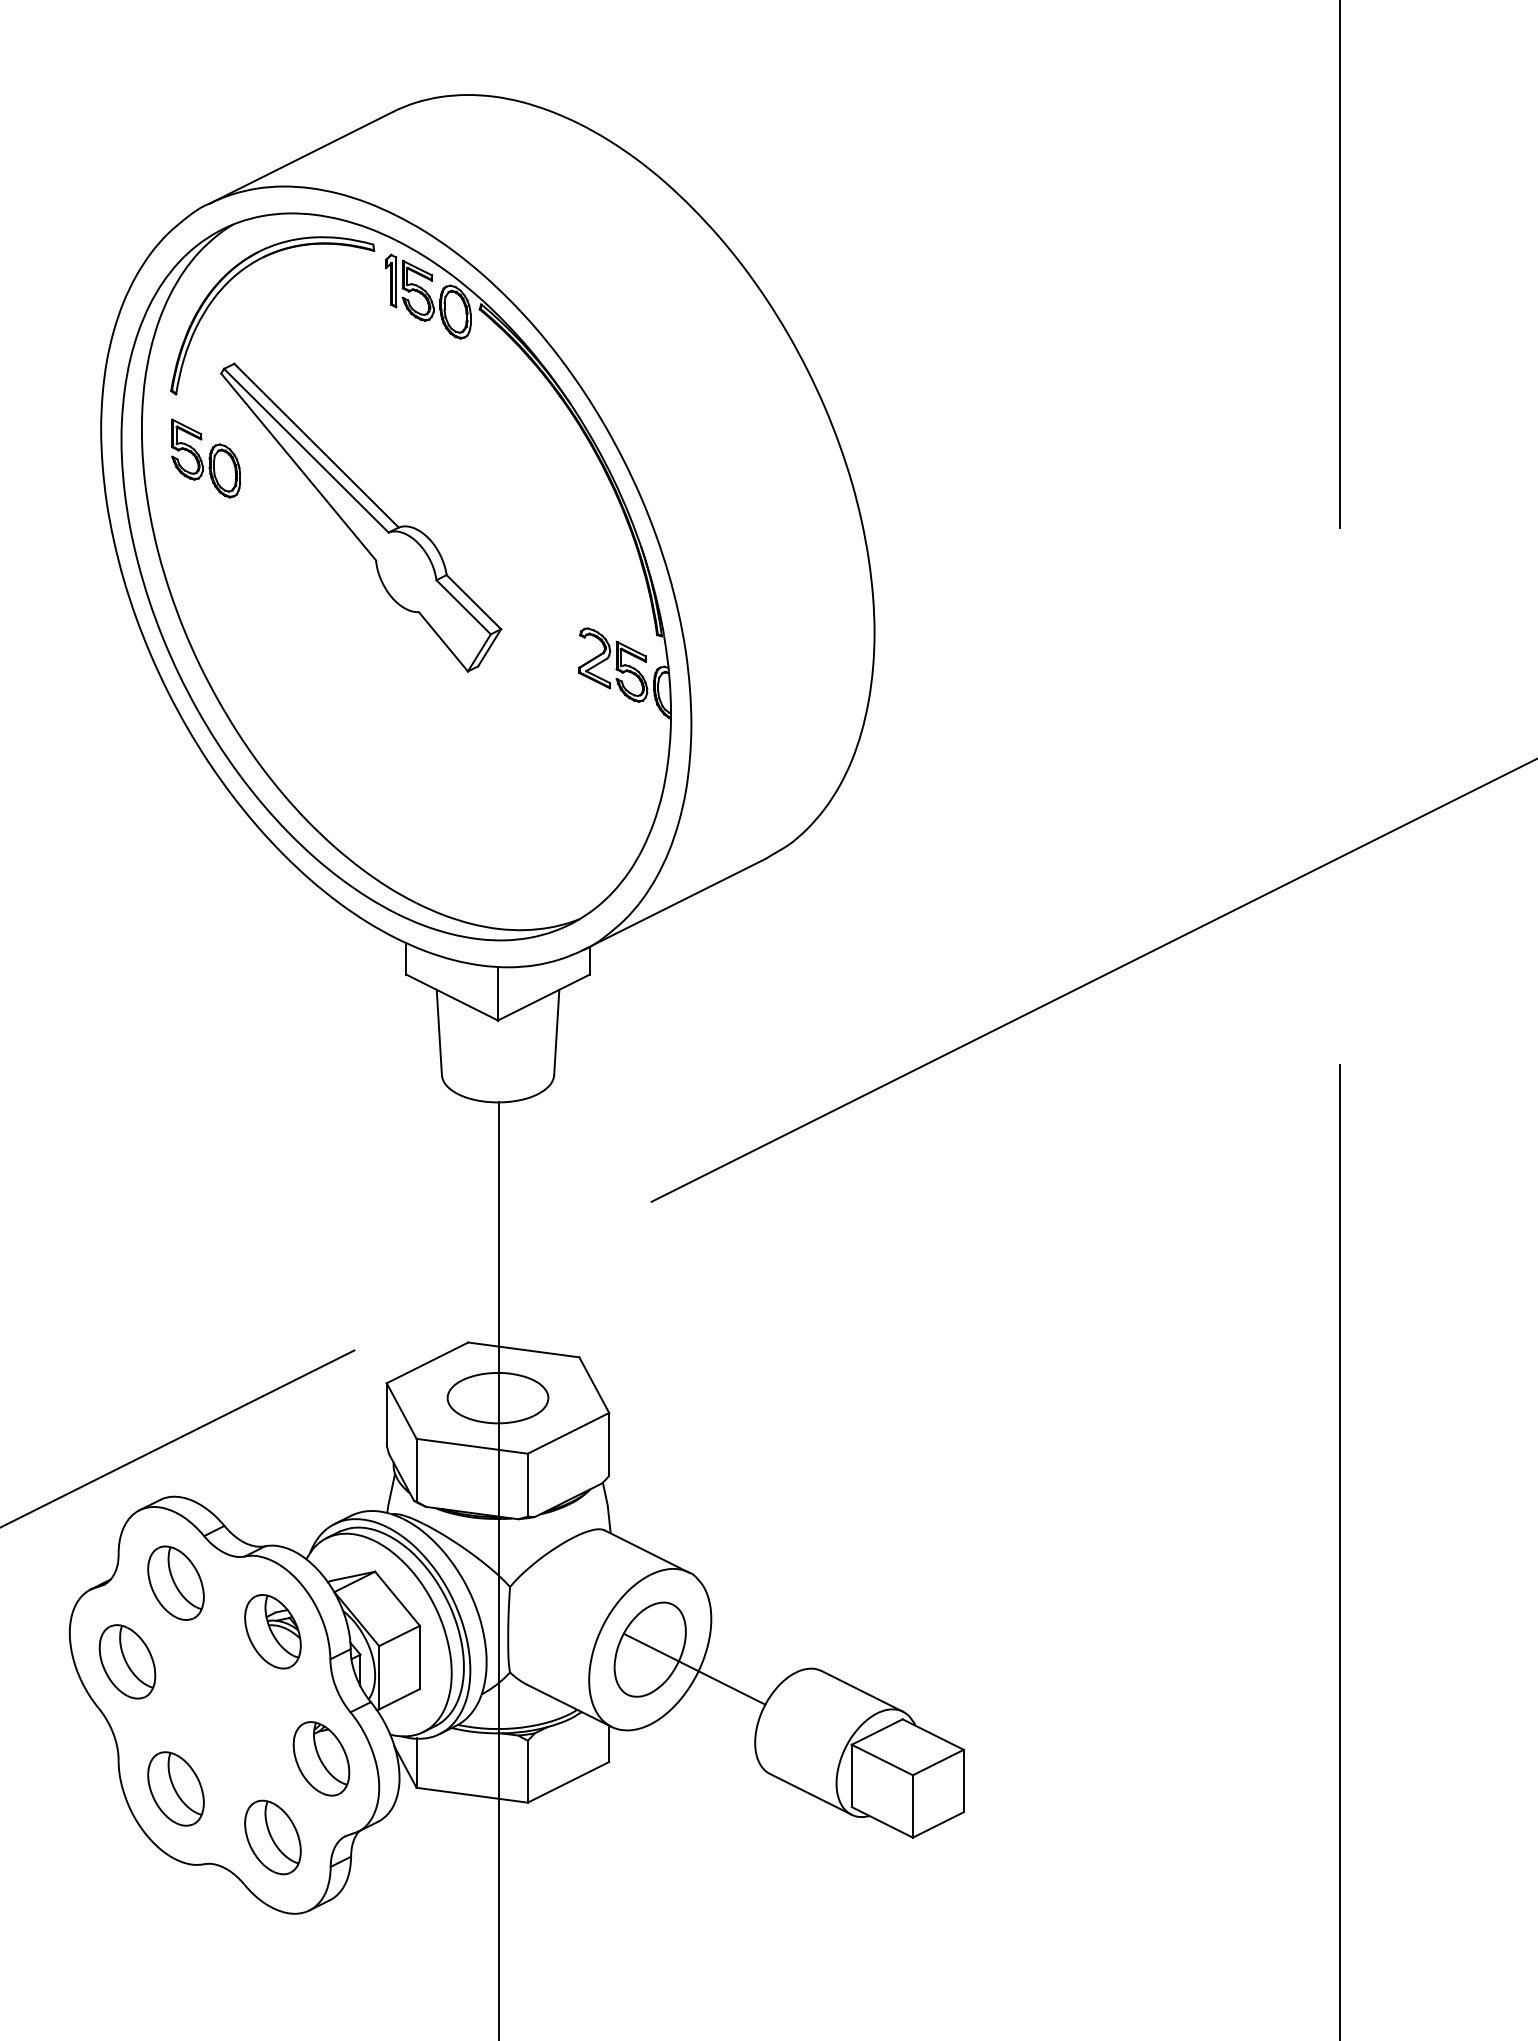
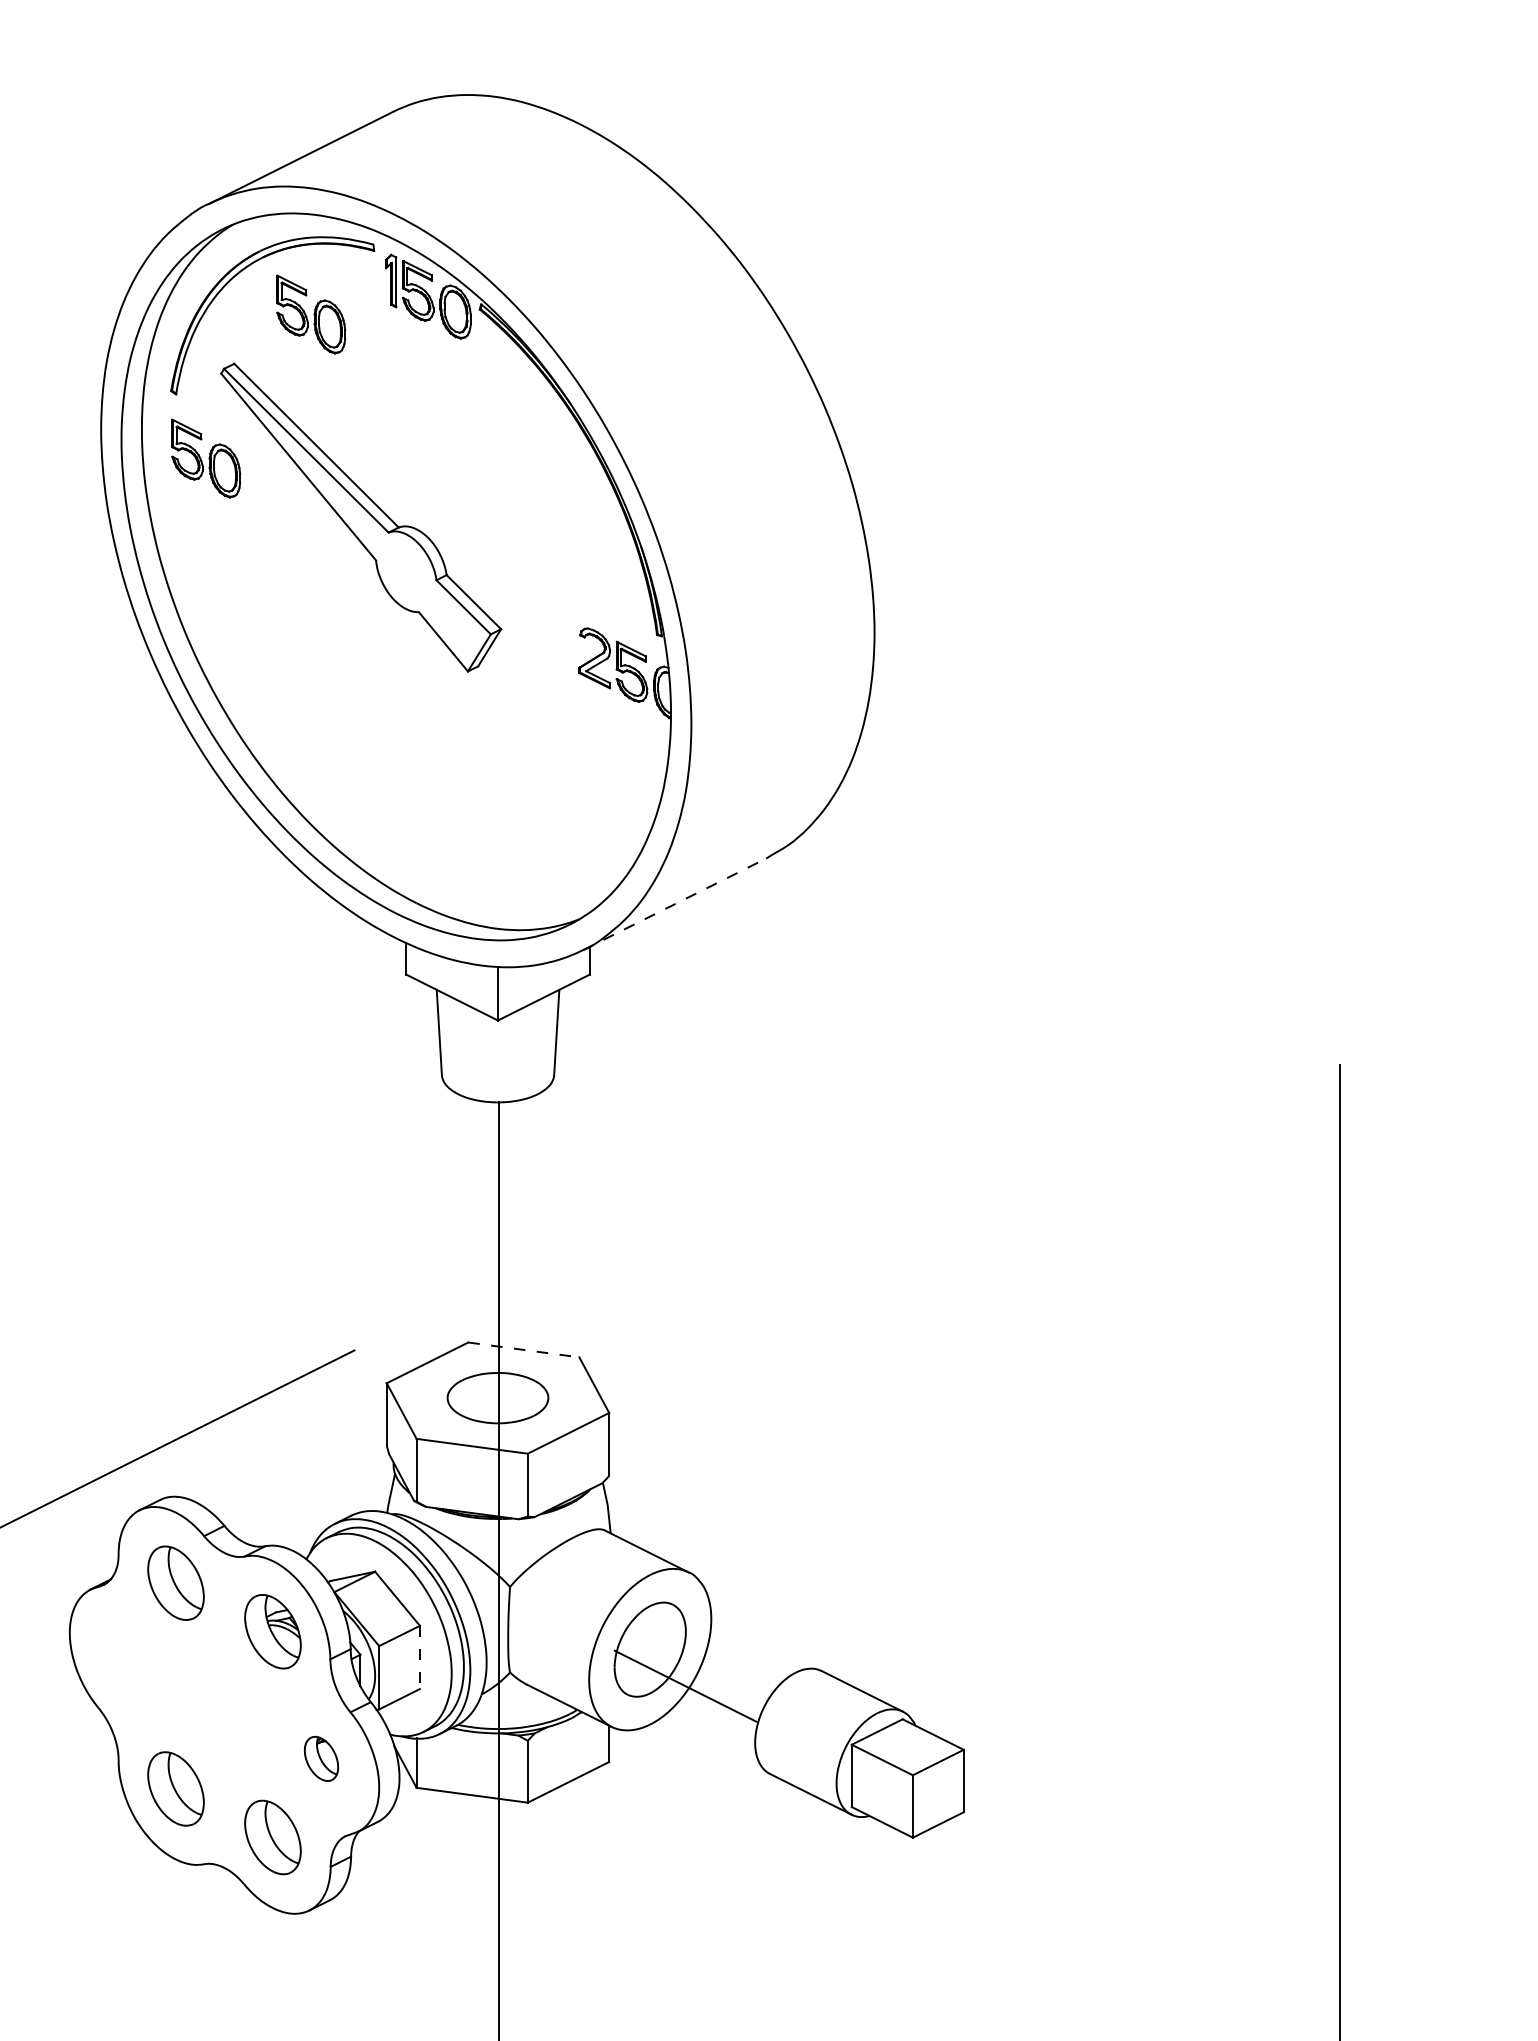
line at (1340, 265): present -> none
part at (311, 314): none -> present
line at (674, 904): solid -> dashed
line at (1092, 980): present -> none
line at (524, 1350): solid -> dashed
line at (419, 1657): solid -> dashed
part at (127, 1661): present -> none
line at (694, 1668) position: (694, 1668) -> (685, 1685)
part at (321, 1758) size: 59x76 px -> 37x46 px
